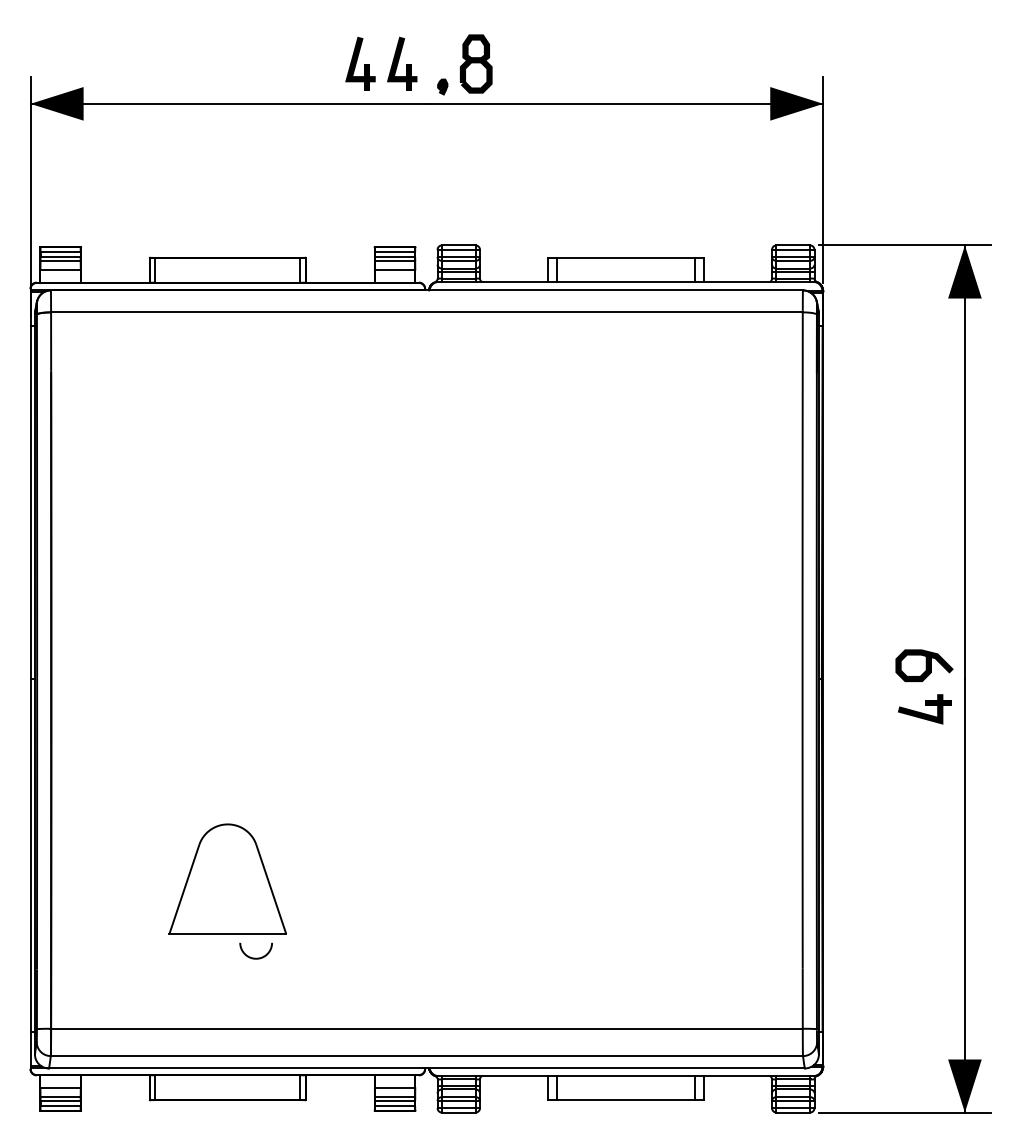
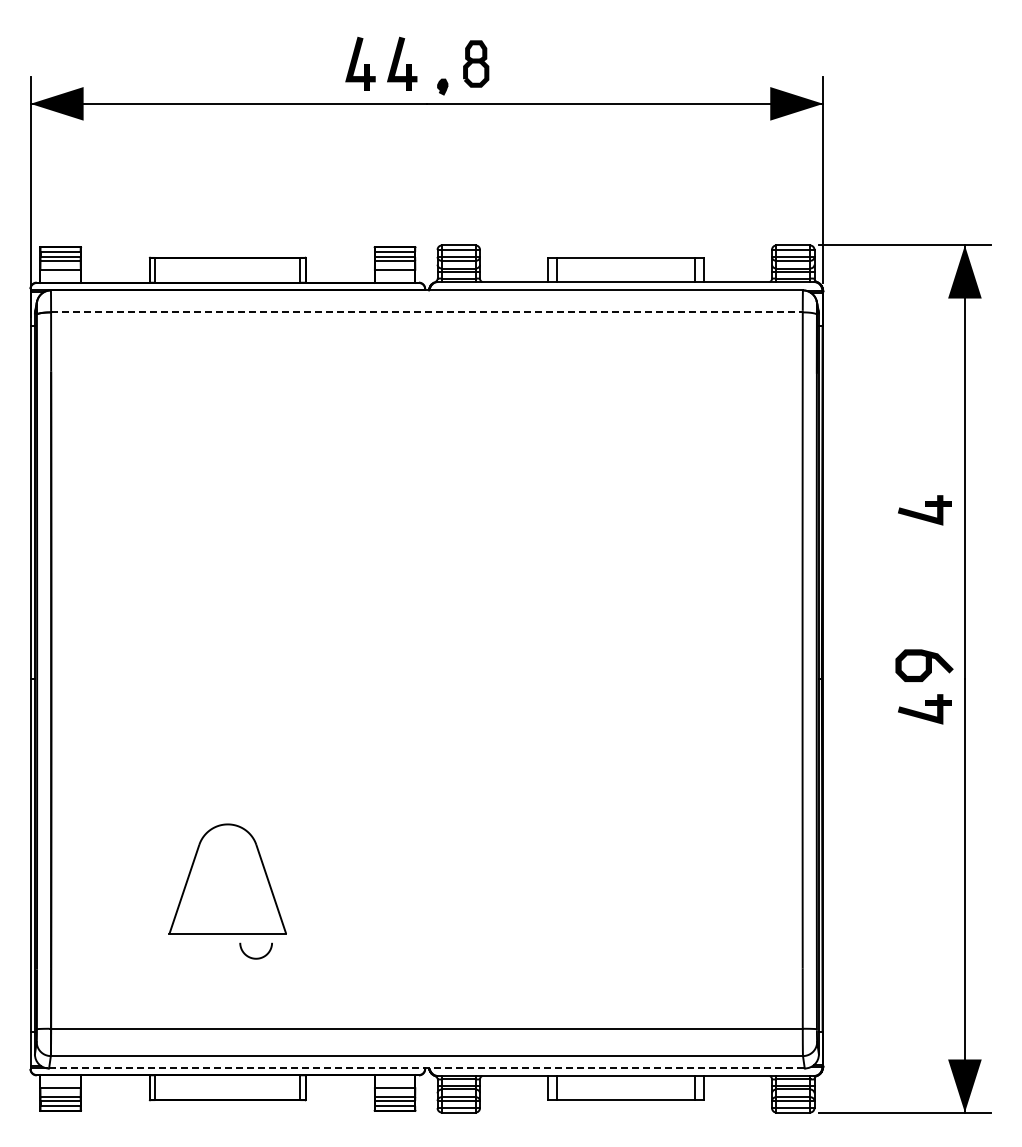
part at (475, 63) size: 34x60 px -> 27x48 px
line at (426, 312): solid -> dashed
part at (924, 510): none -> present
line at (426, 1068): solid -> dashed
